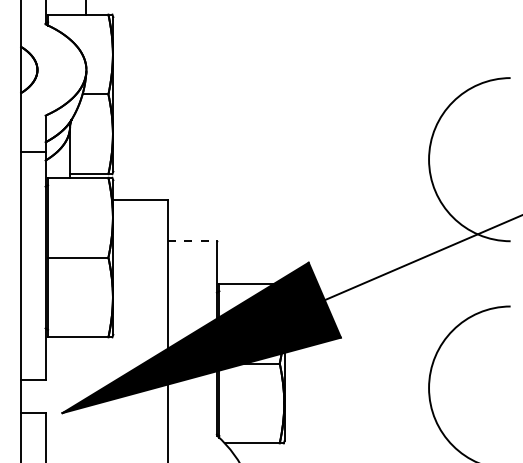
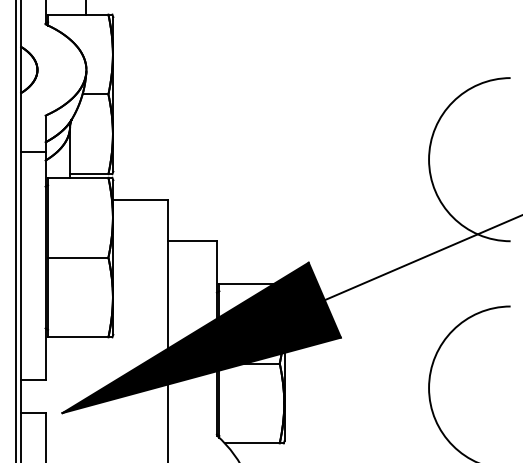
line at (15, 230): none -> present
line at (192, 241): dashed -> solid
